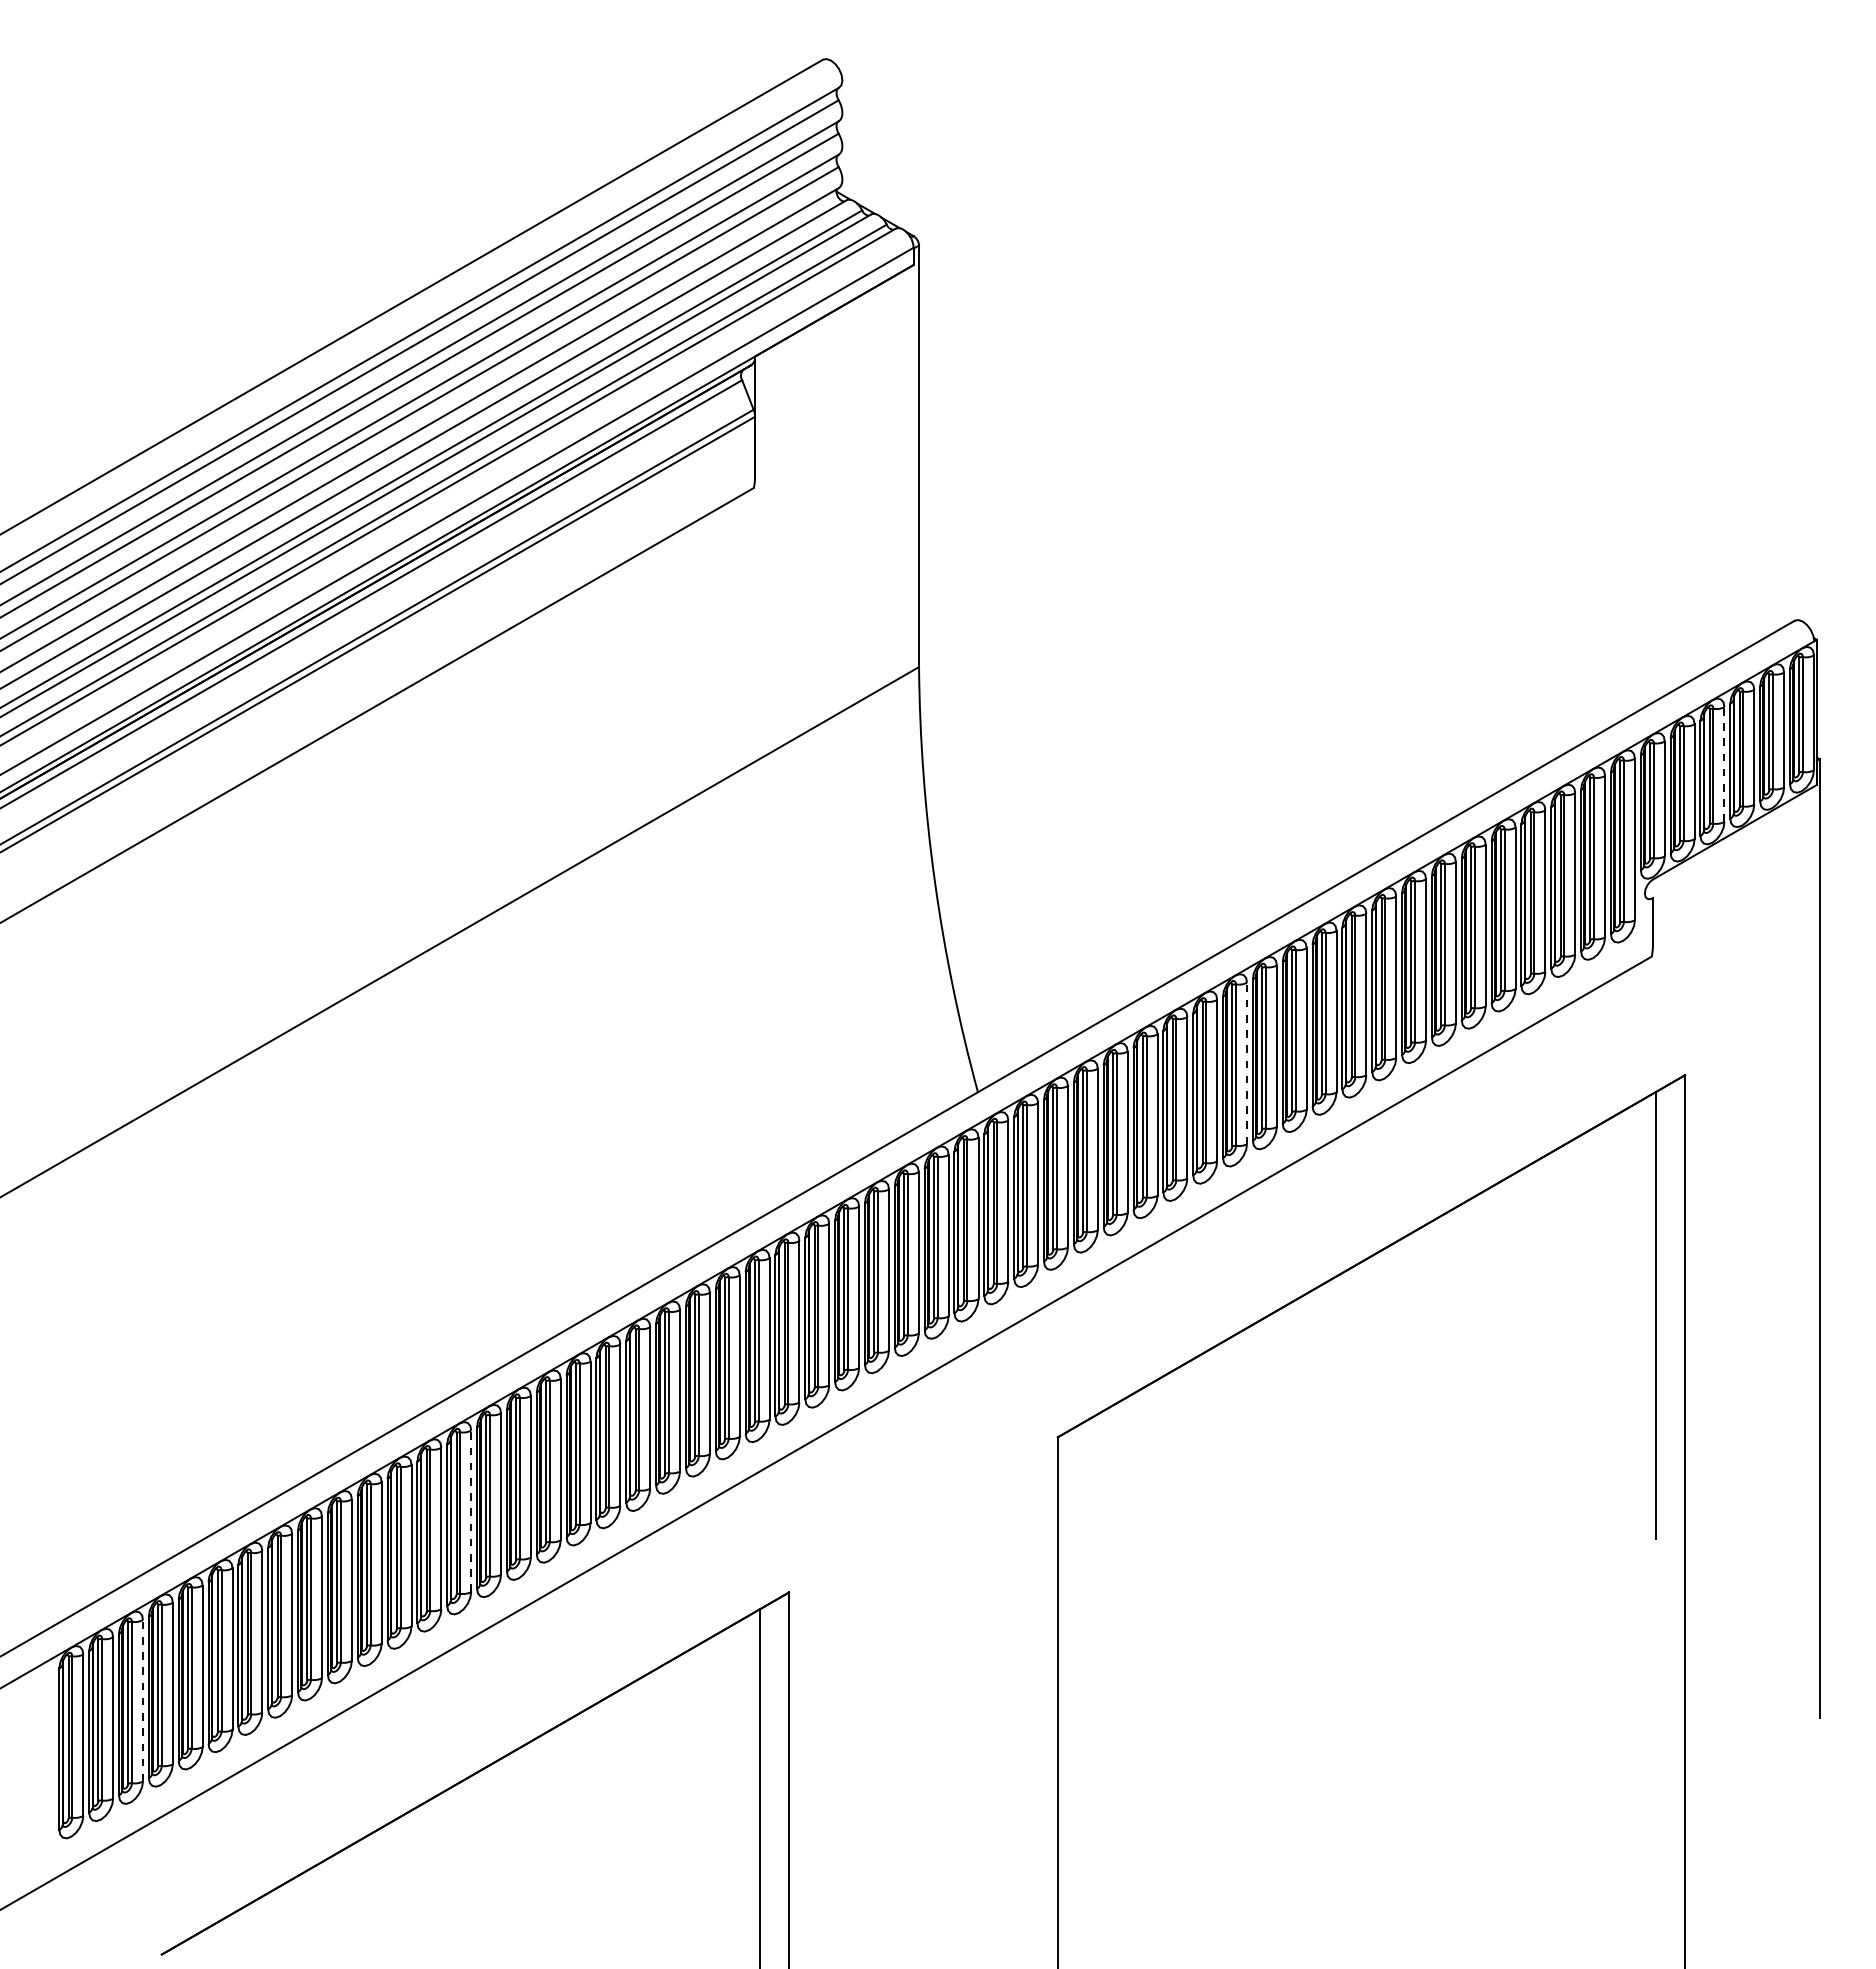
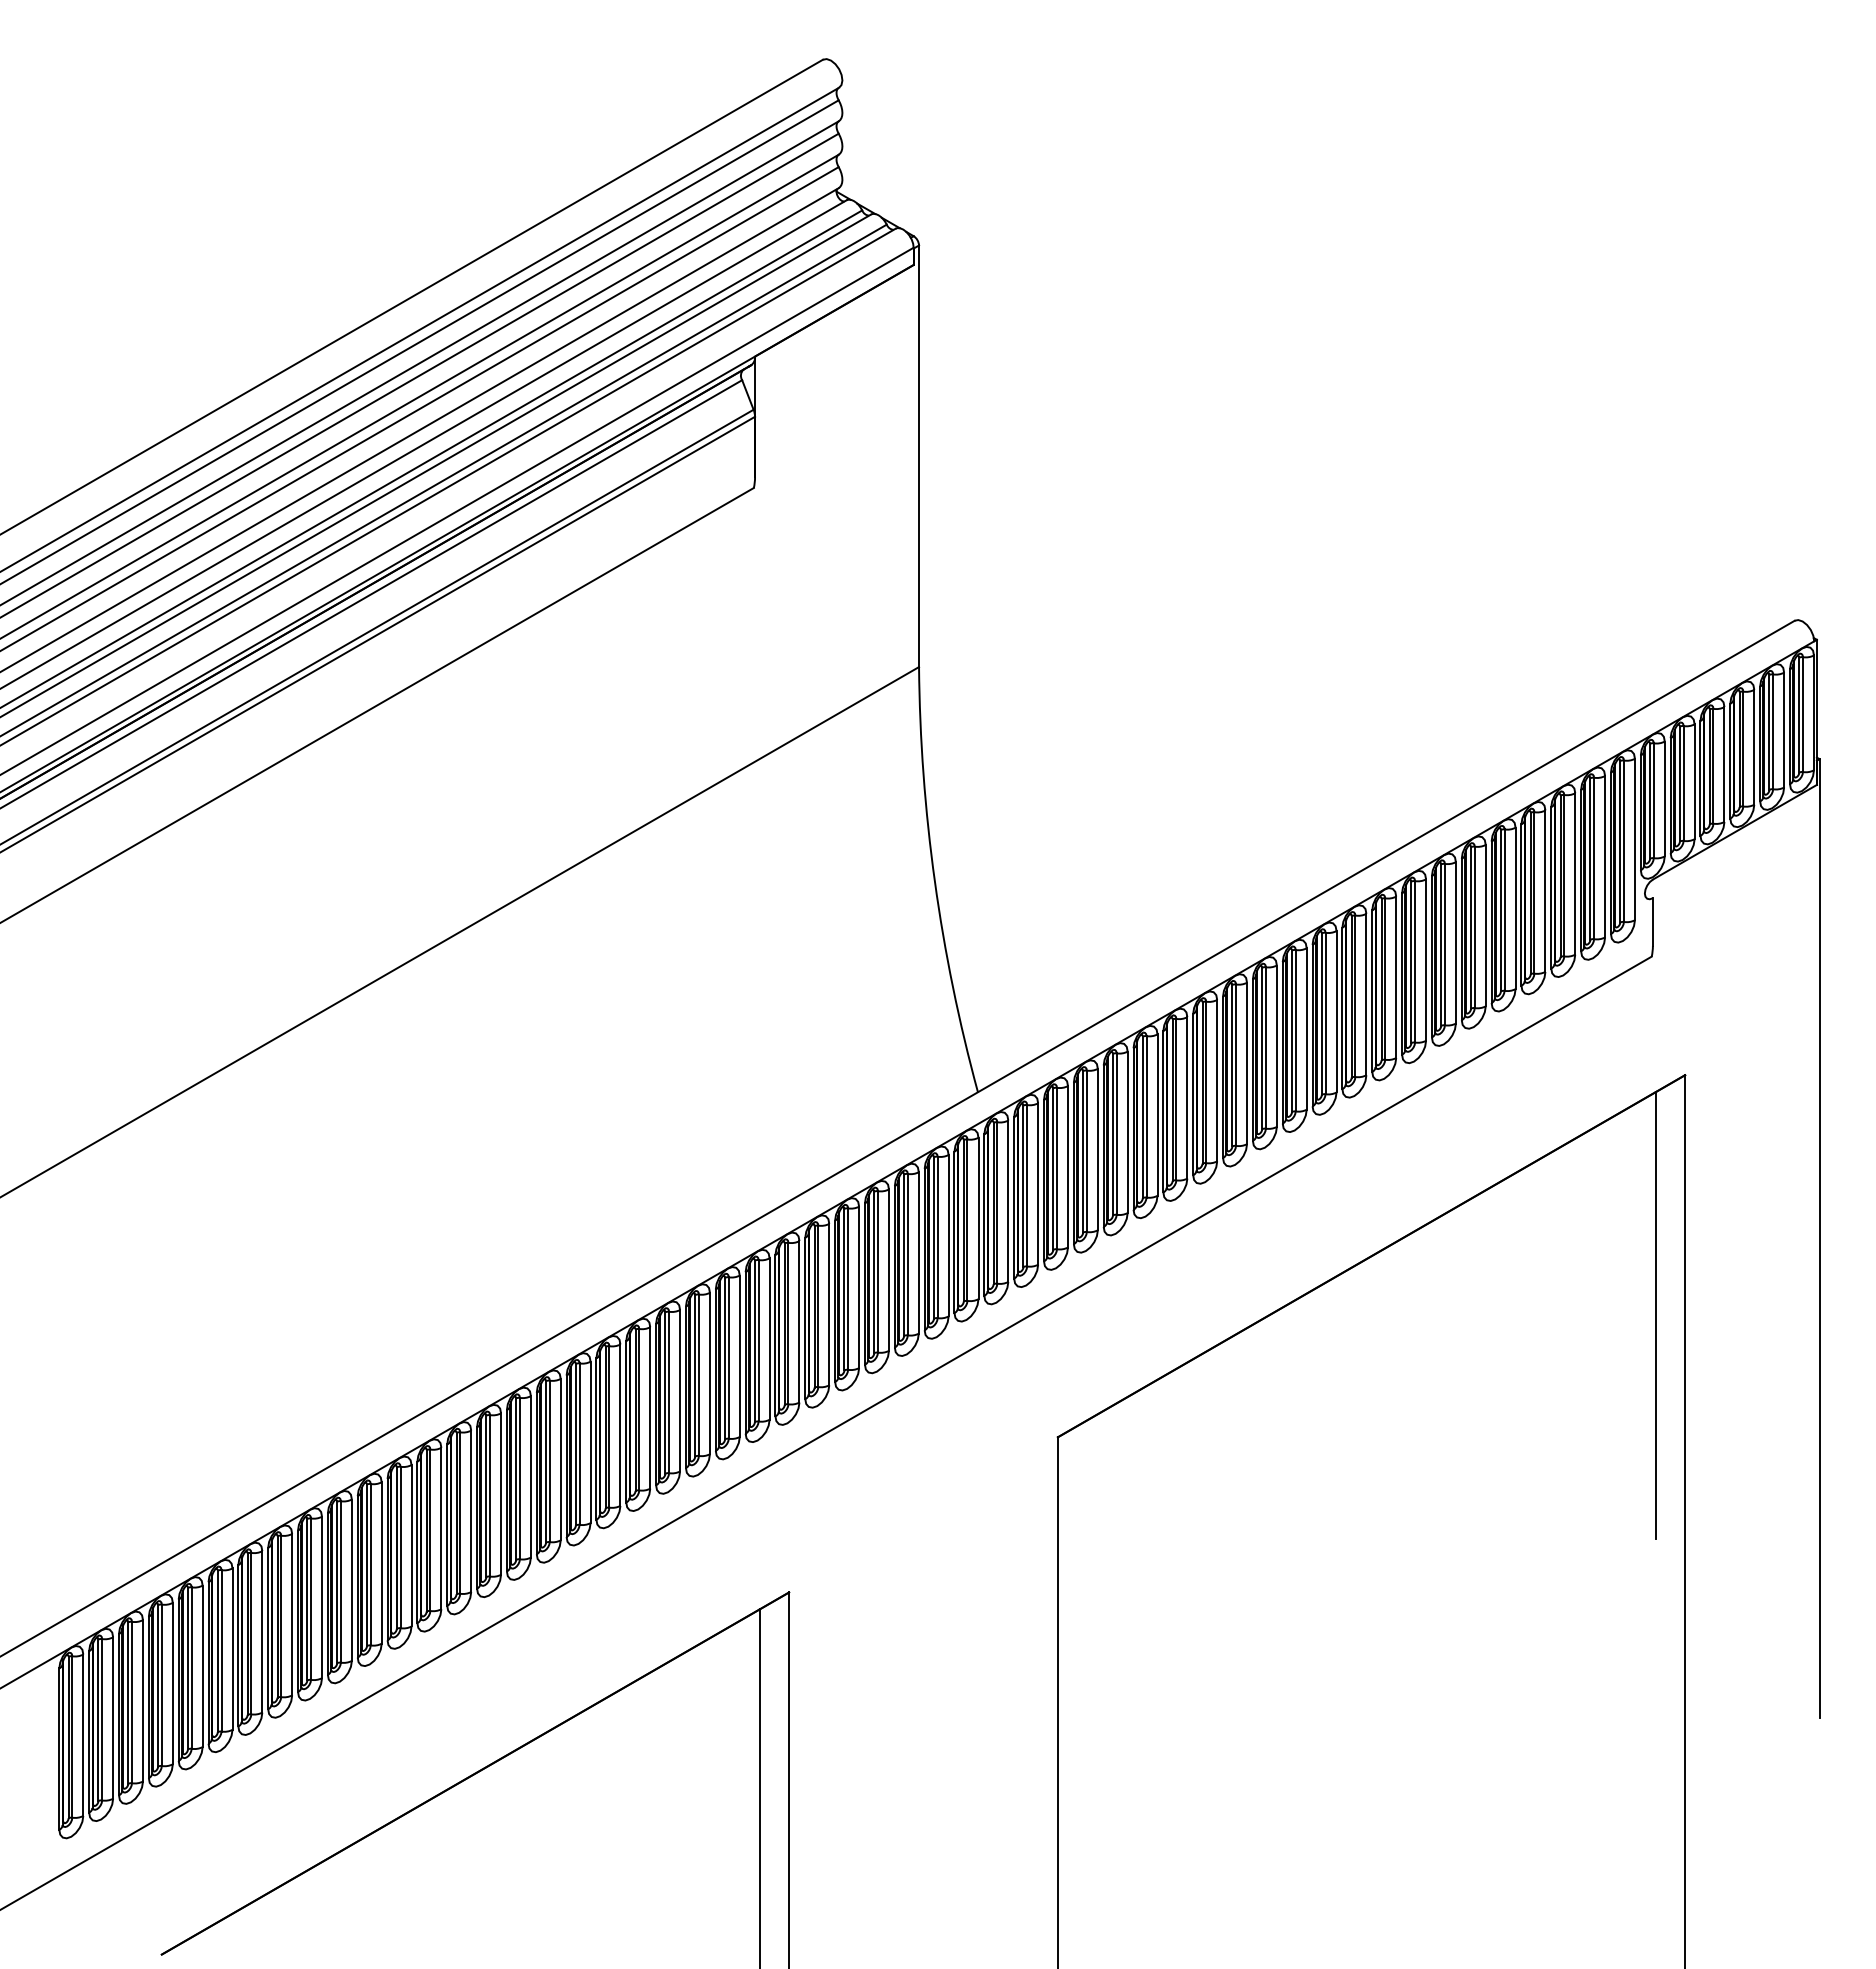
line at (1724, 764): dashed -> solid
line at (1247, 1063): dashed -> solid
line at (471, 1511): dashed -> solid
line at (143, 1700): dashed -> solid
